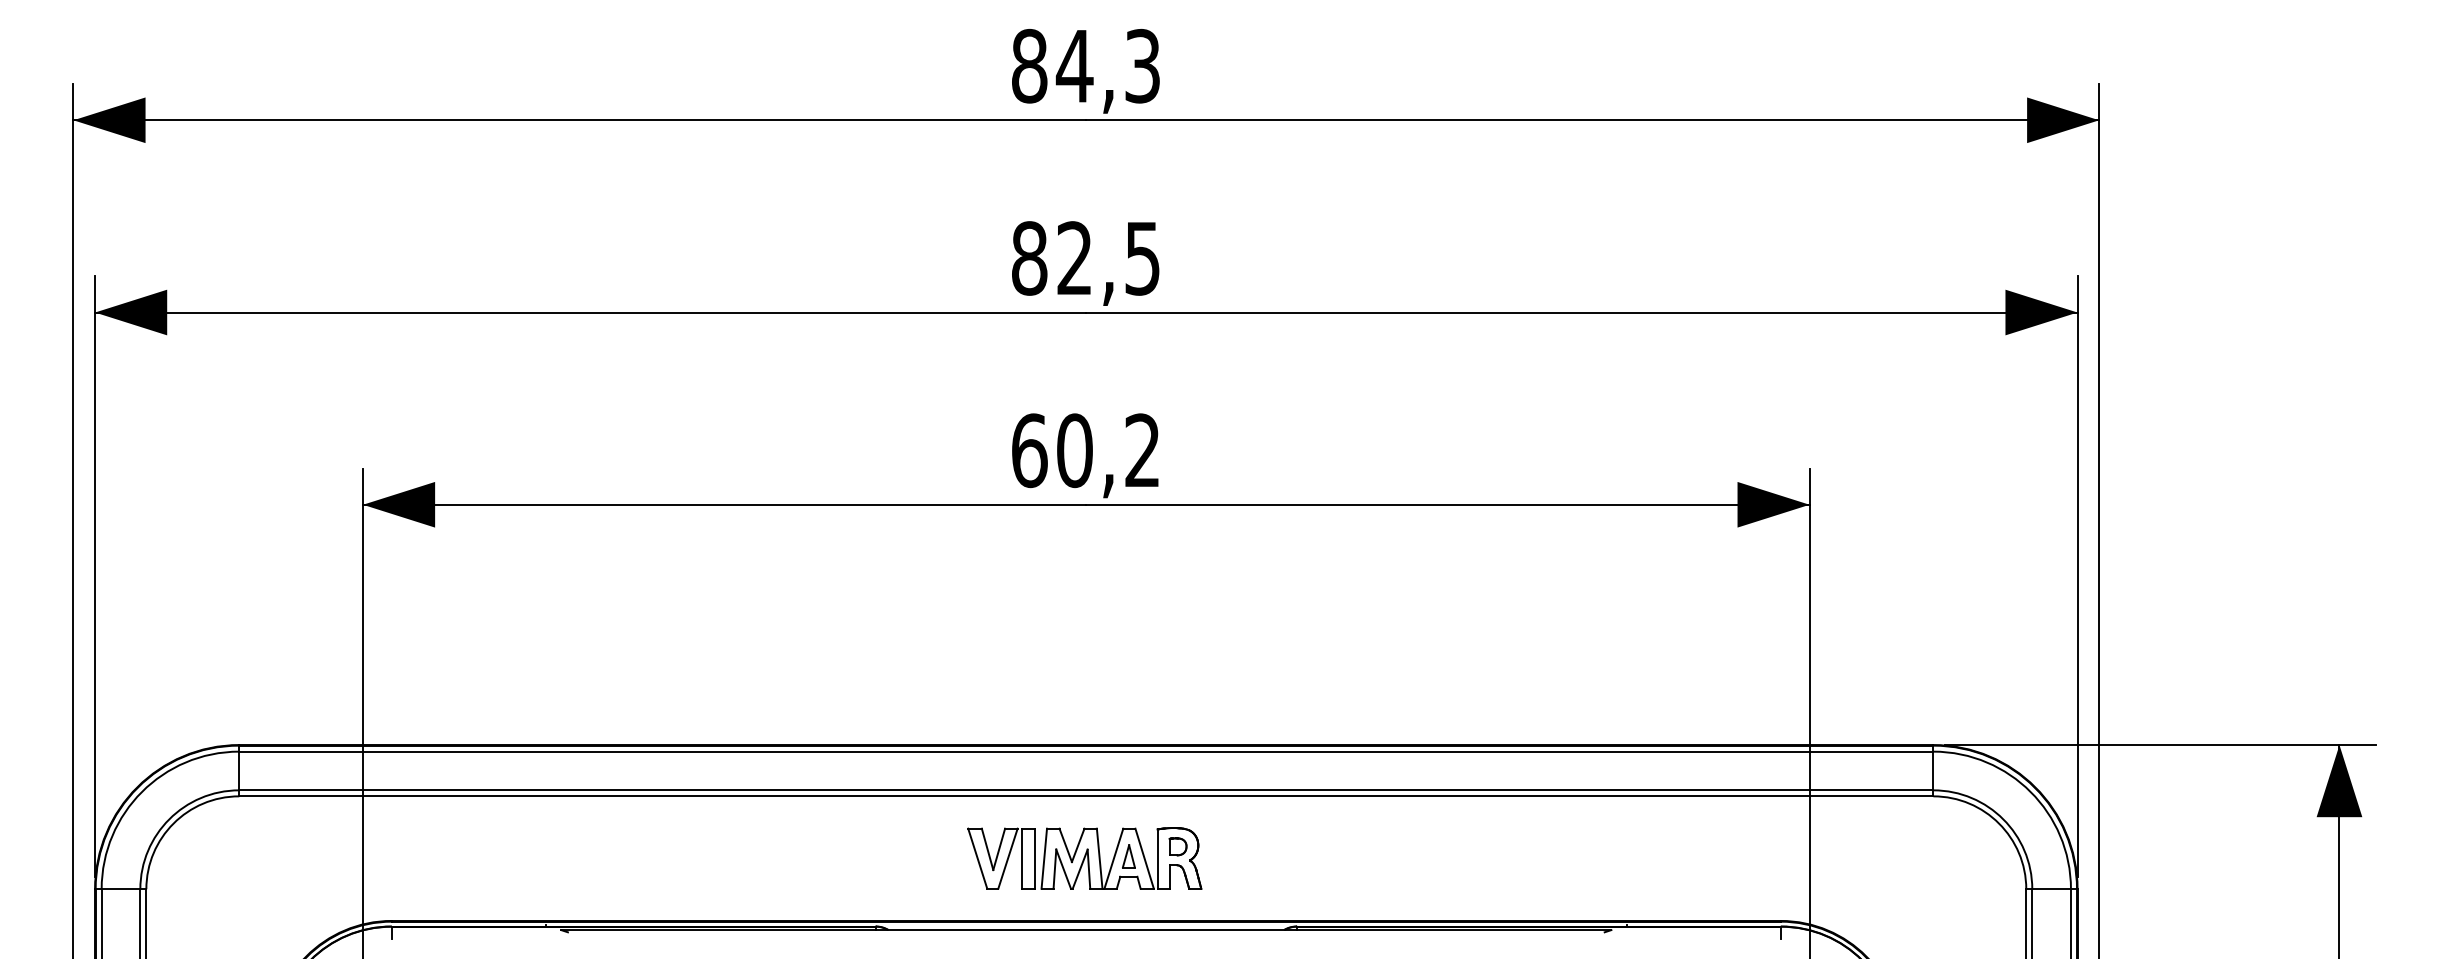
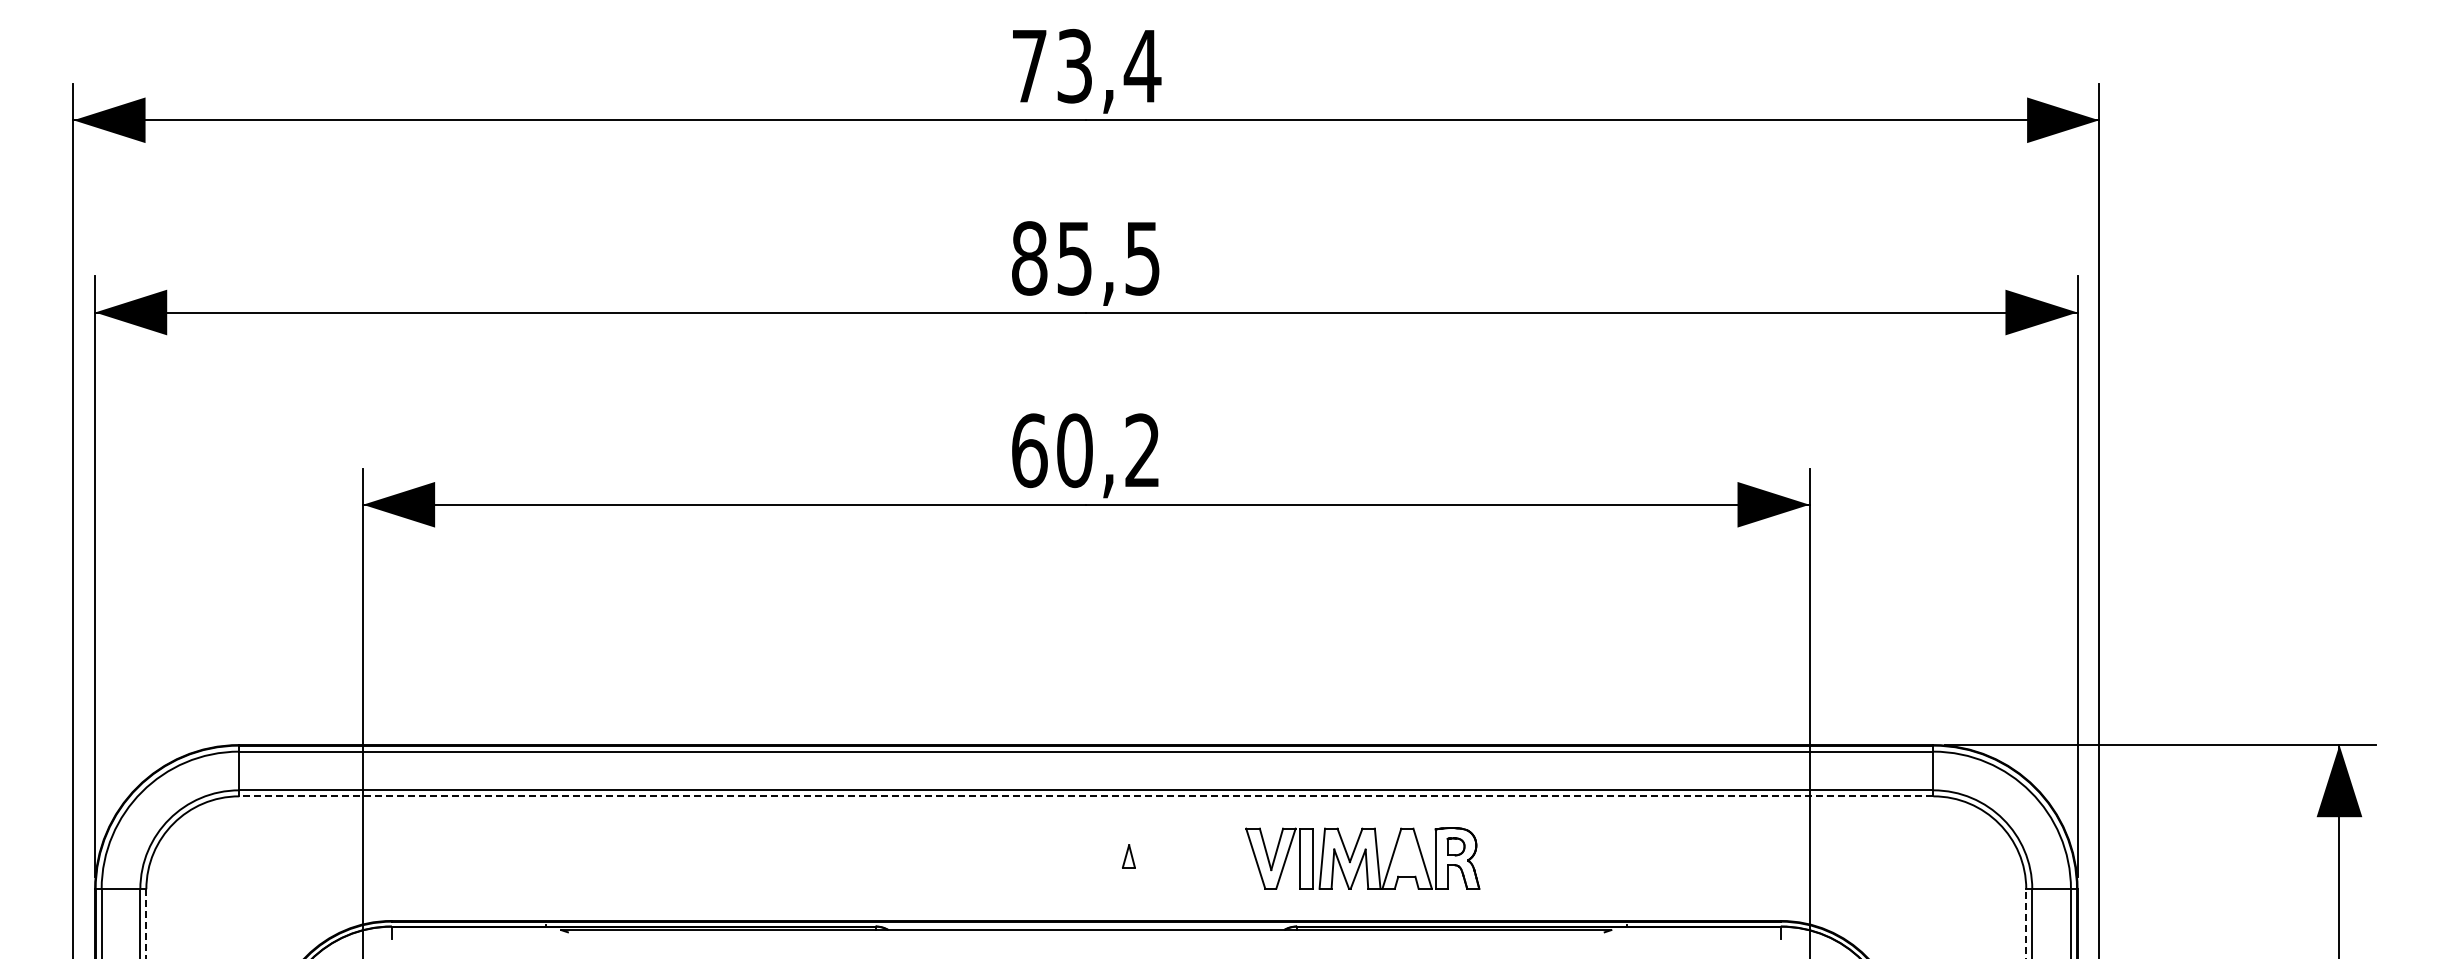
text at (1086, 65): 84,3 -> 73,4
text at (1074, 258): 82,5 -> 85,5
line at (1085, 796): solid -> dashed
part at (1084, 858) position: (1084, 858) -> (1362, 858)
line at (146, 923): solid -> dashed
line at (2026, 923): solid -> dashed
